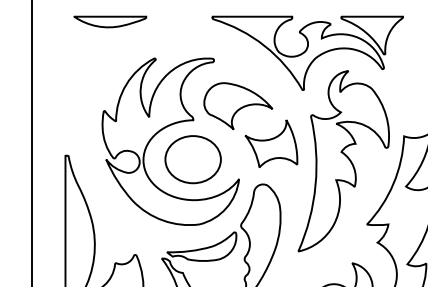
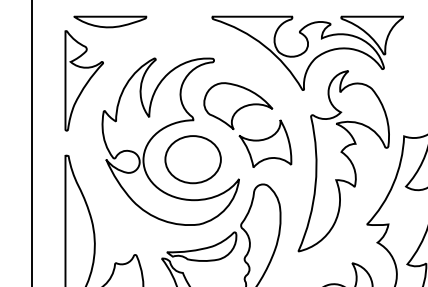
part at (83, 80): none -> present
part at (271, 143) position: (271, 143) -> (265, 143)
